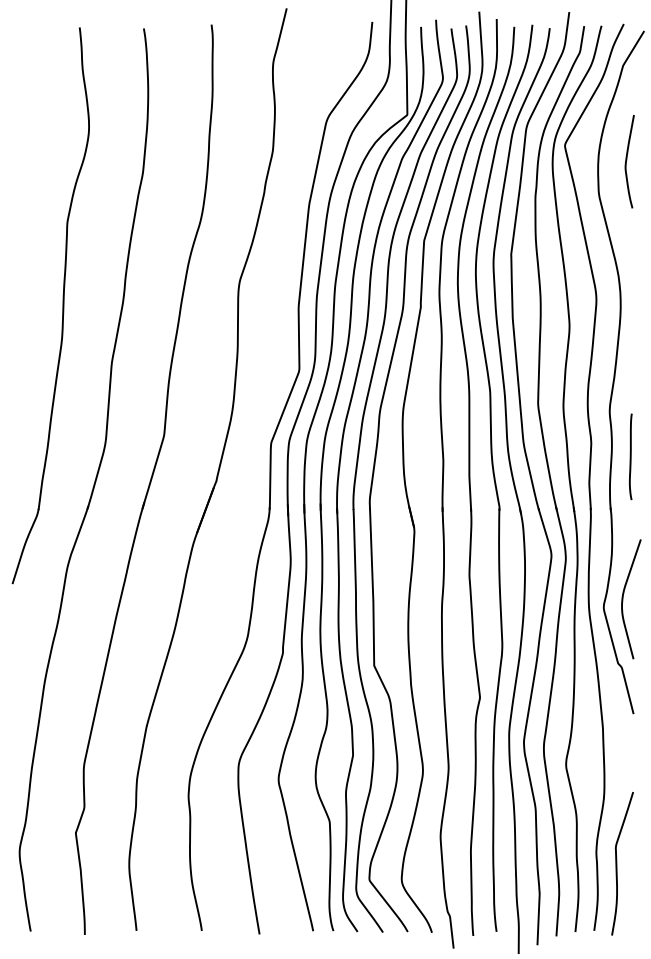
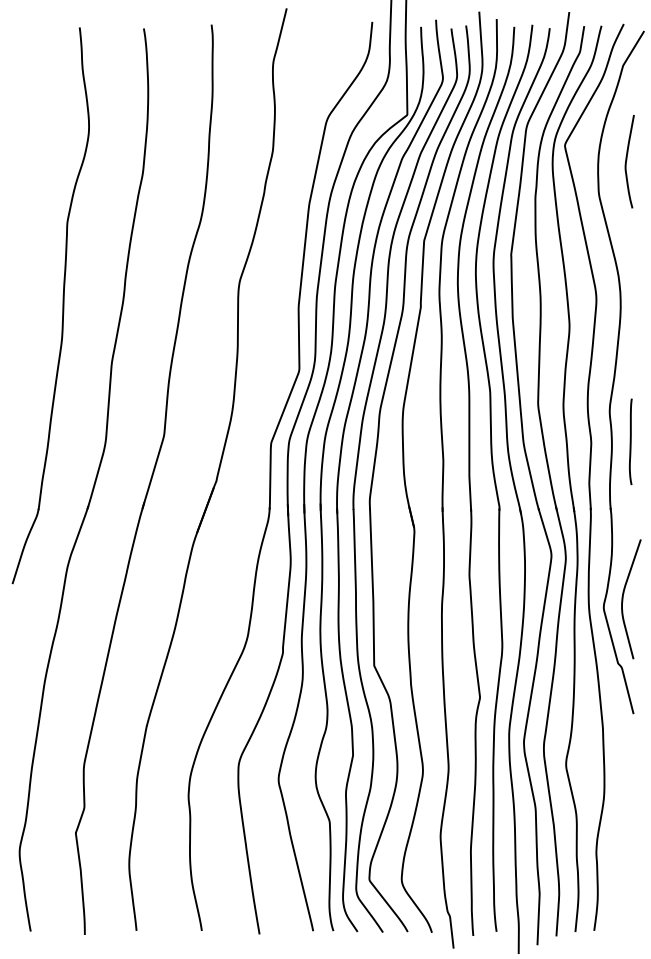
curve at (630, 456) position: (630, 456) -> (630, 441)
curve at (617, 863): present -> none
